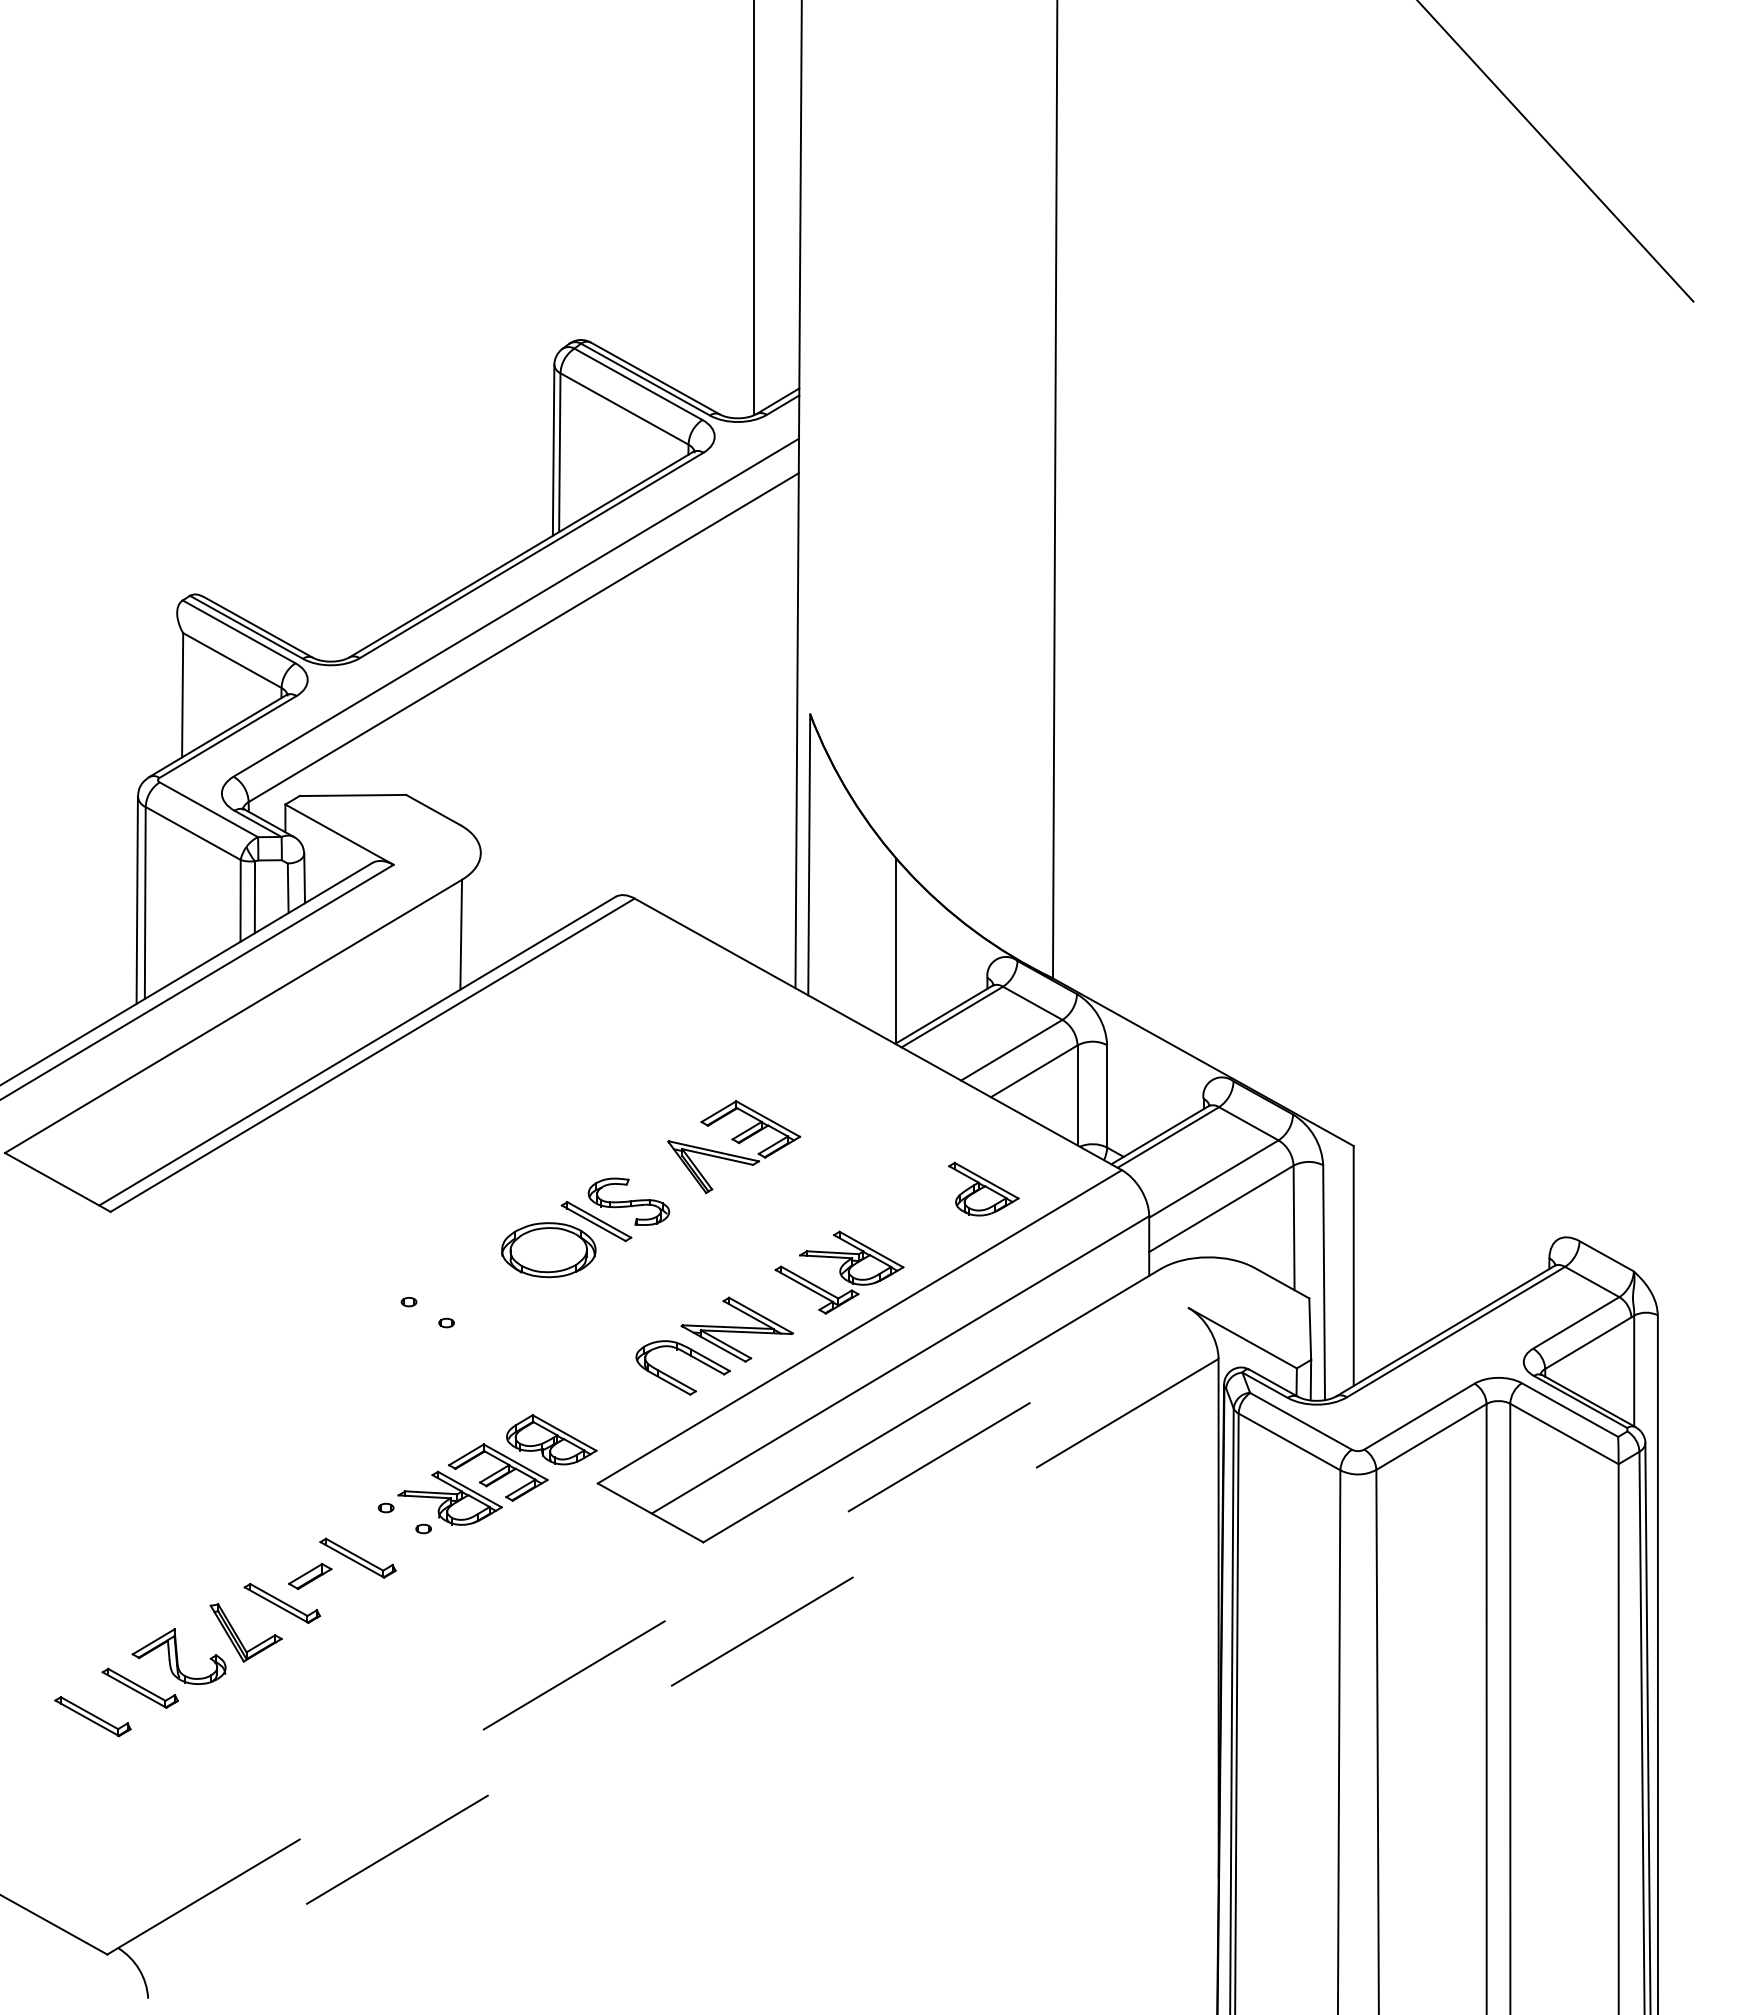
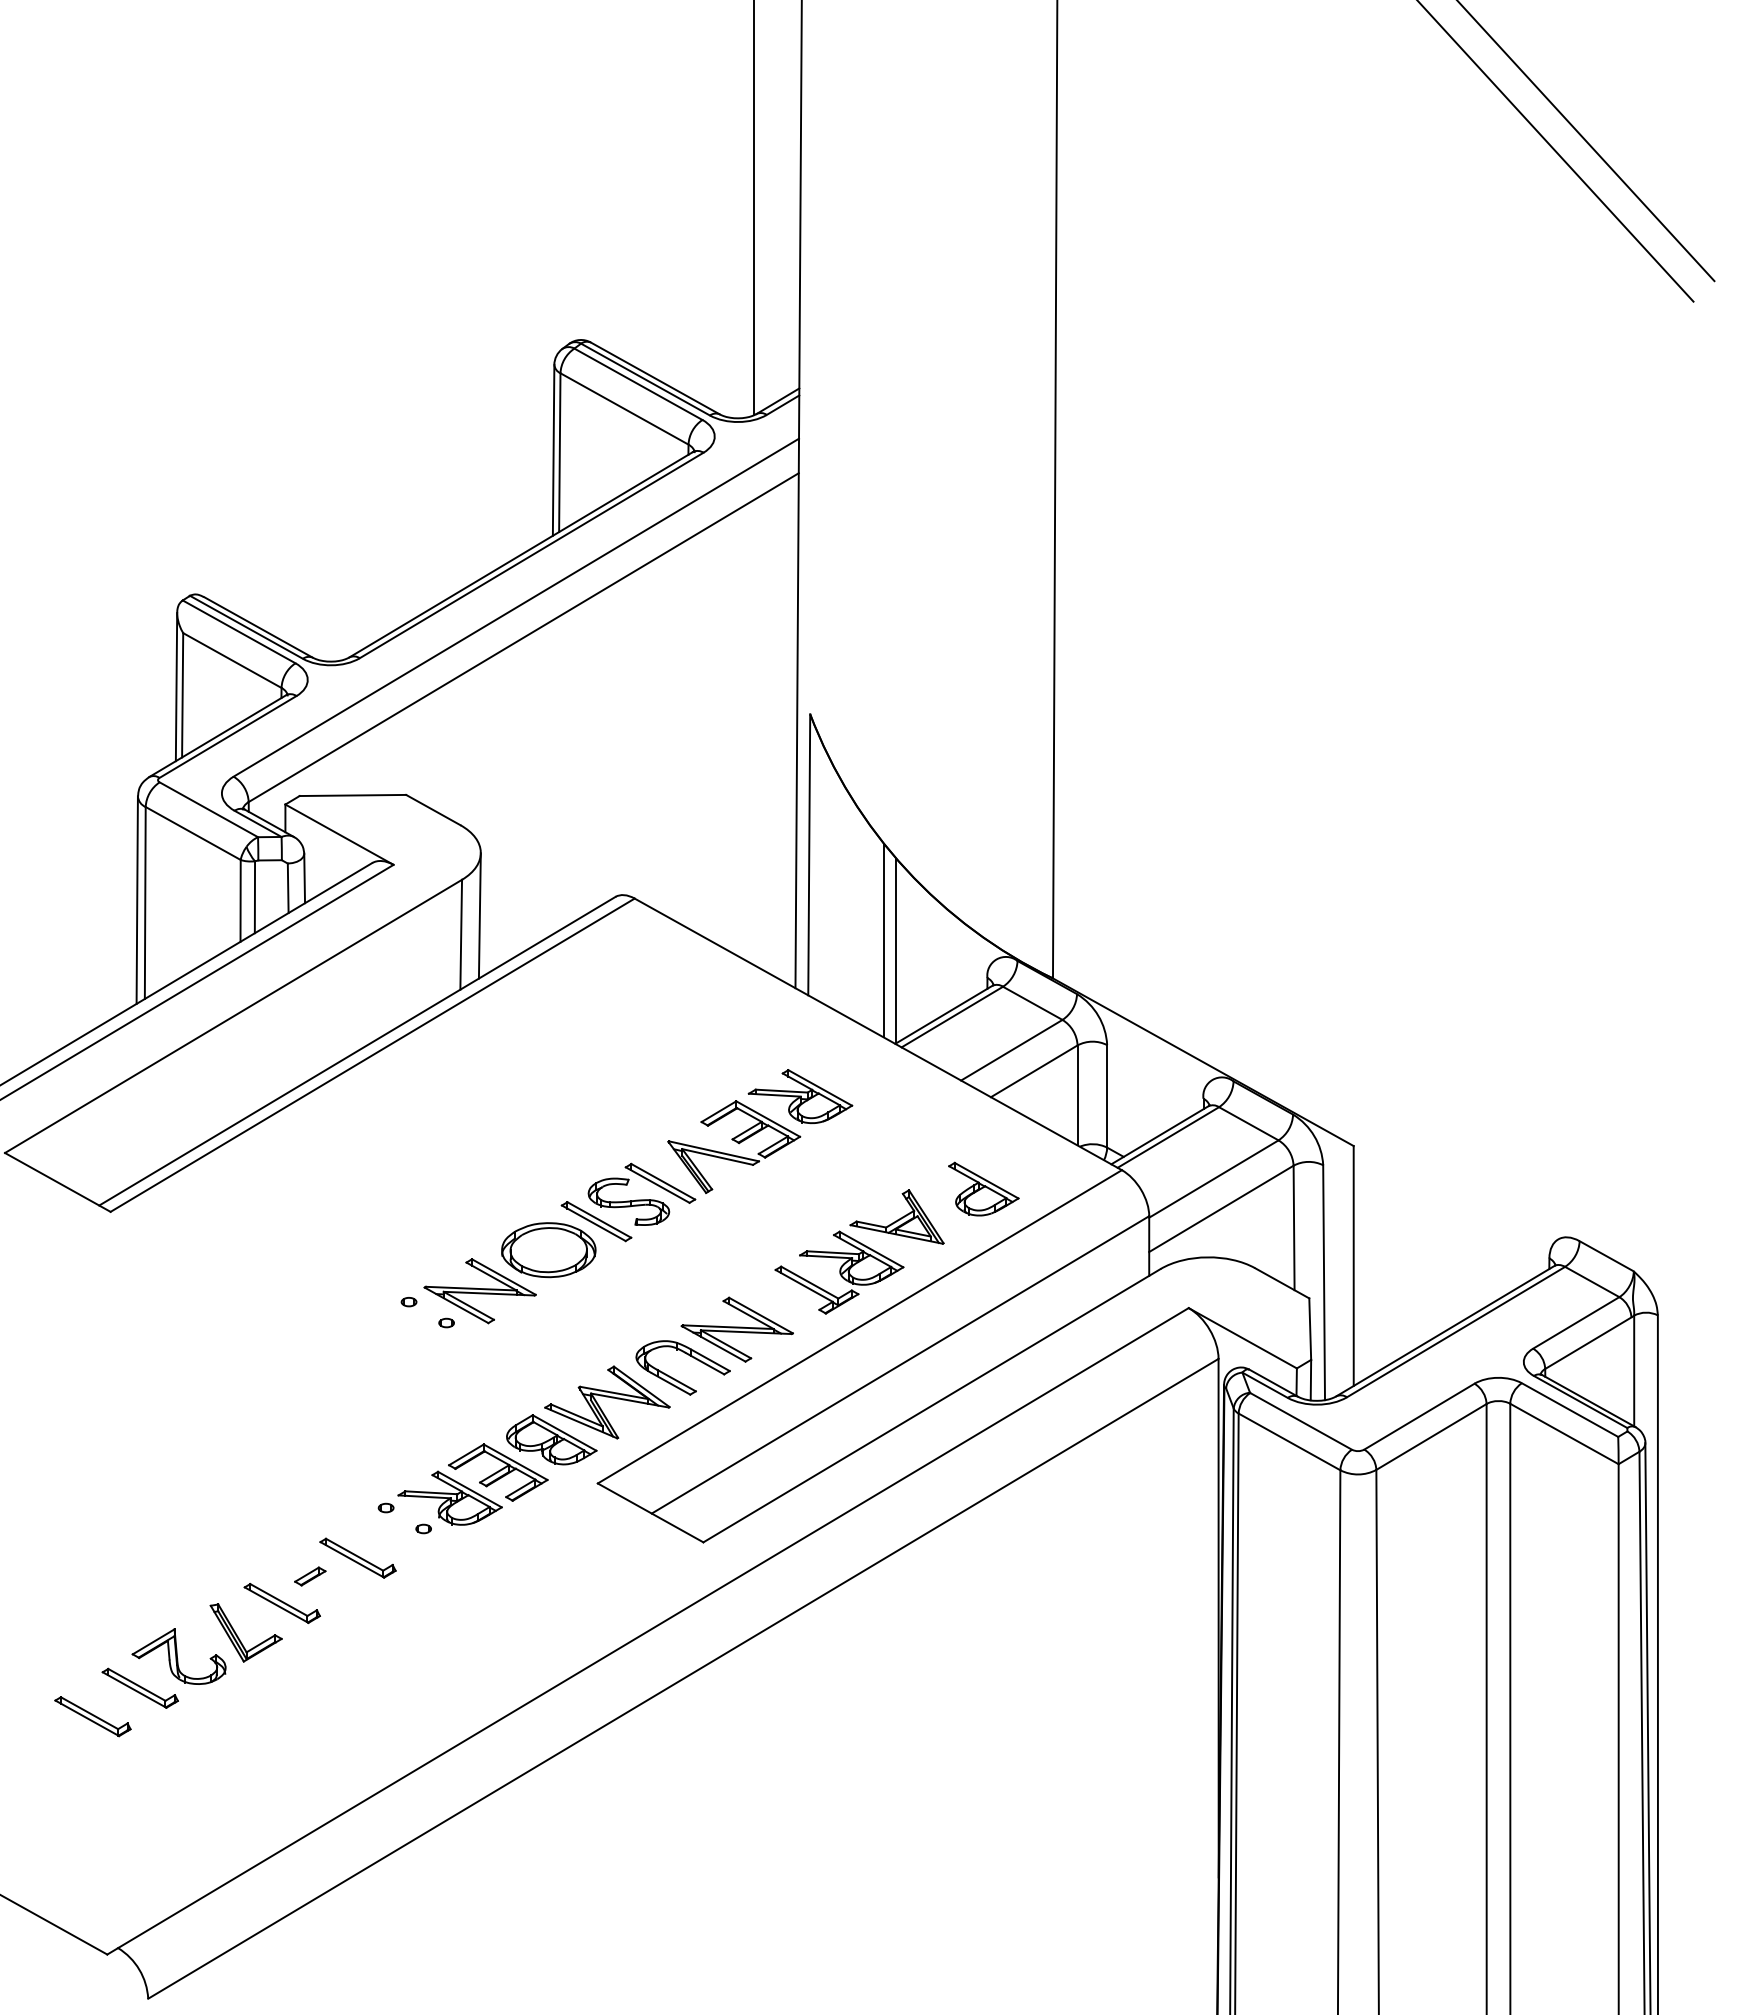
line at (1586, 141): none -> present
line at (176, 687): none -> present
line at (479, 915): none -> present
line at (883, 940): none -> present
part at (800, 1096): none -> present
part at (660, 1182): none -> present
part at (896, 1216): none -> present
part at (479, 1291): none -> present
part at (607, 1402): none -> present
part at (310, 1576) size: 45x28 px -> 33x21 px
line at (653, 1628): dashed -> solid
line at (683, 1678): dashed -> solid
